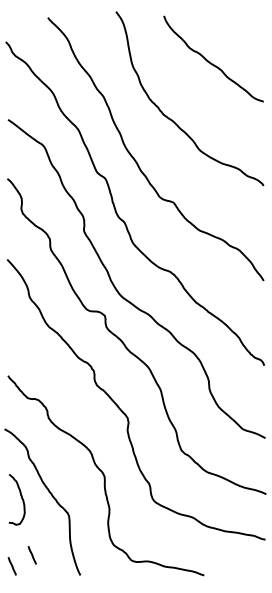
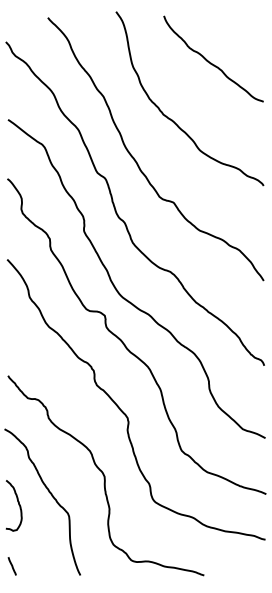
curve at (20, 496) position: (20, 496) -> (17, 502)
line at (31, 555): present -> none
